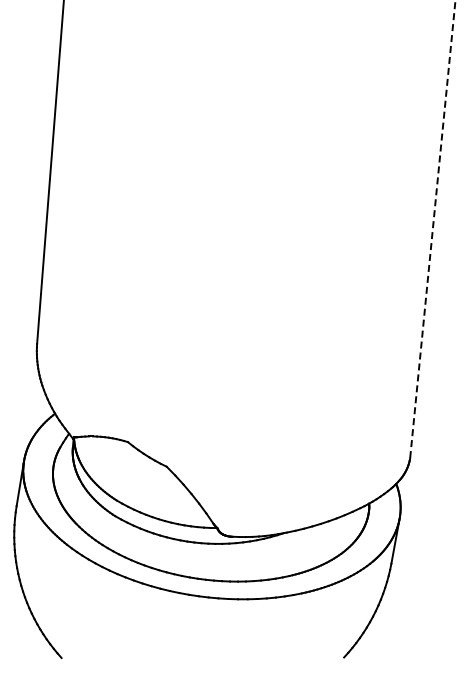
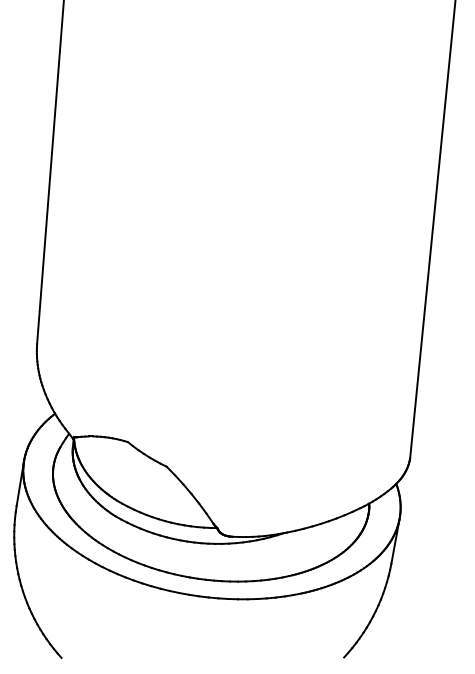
line at (432, 229): dashed -> solid
